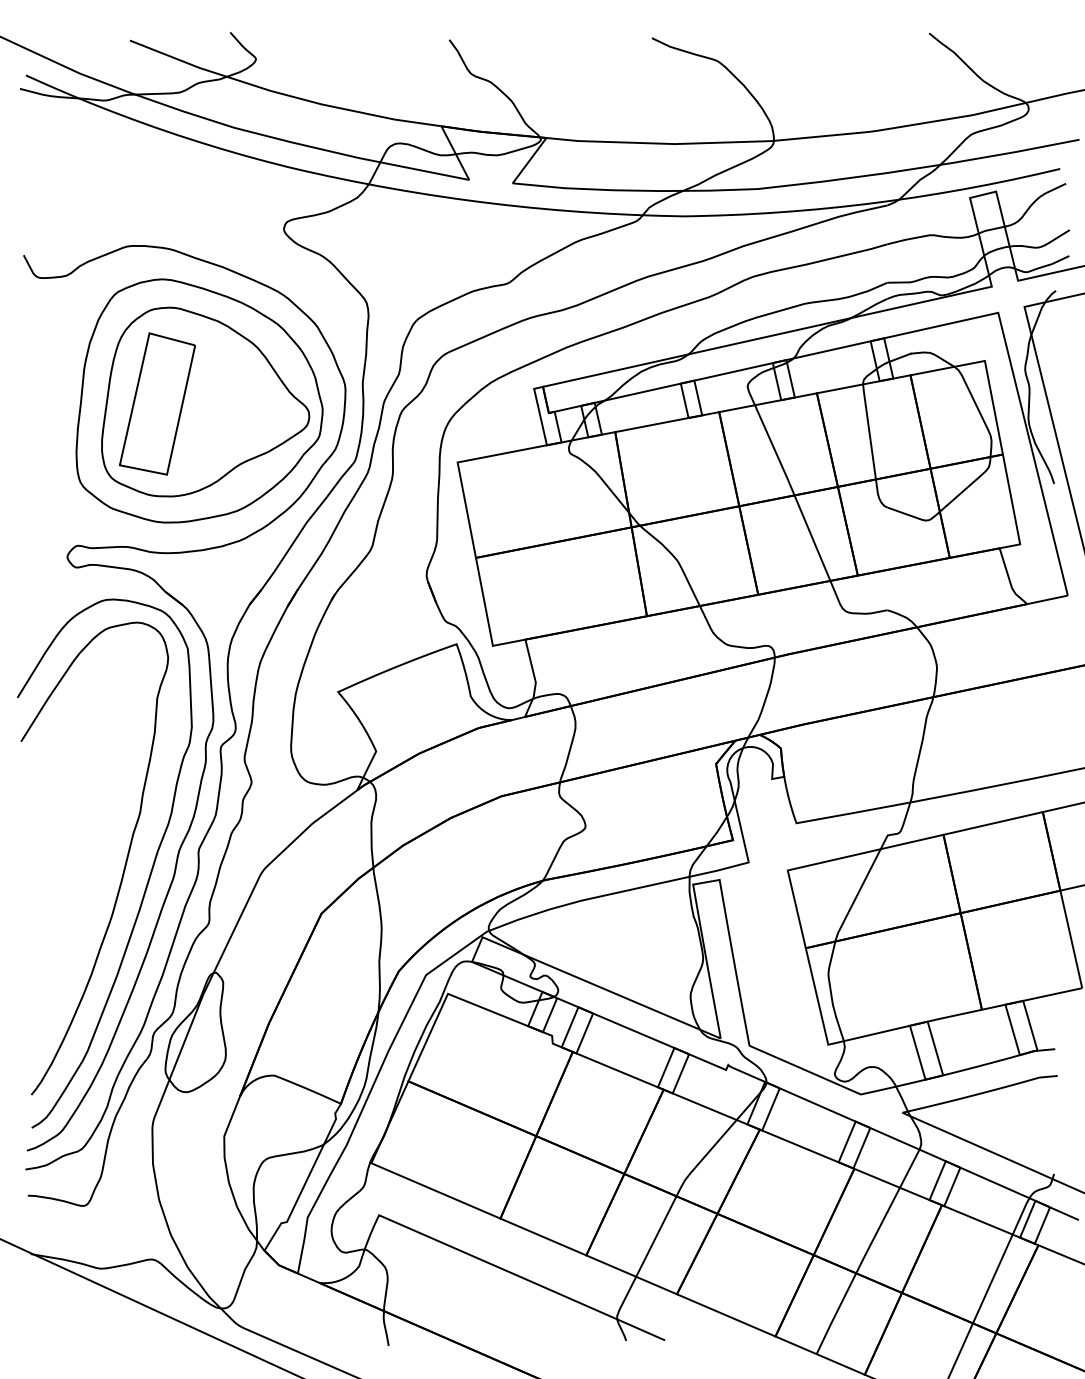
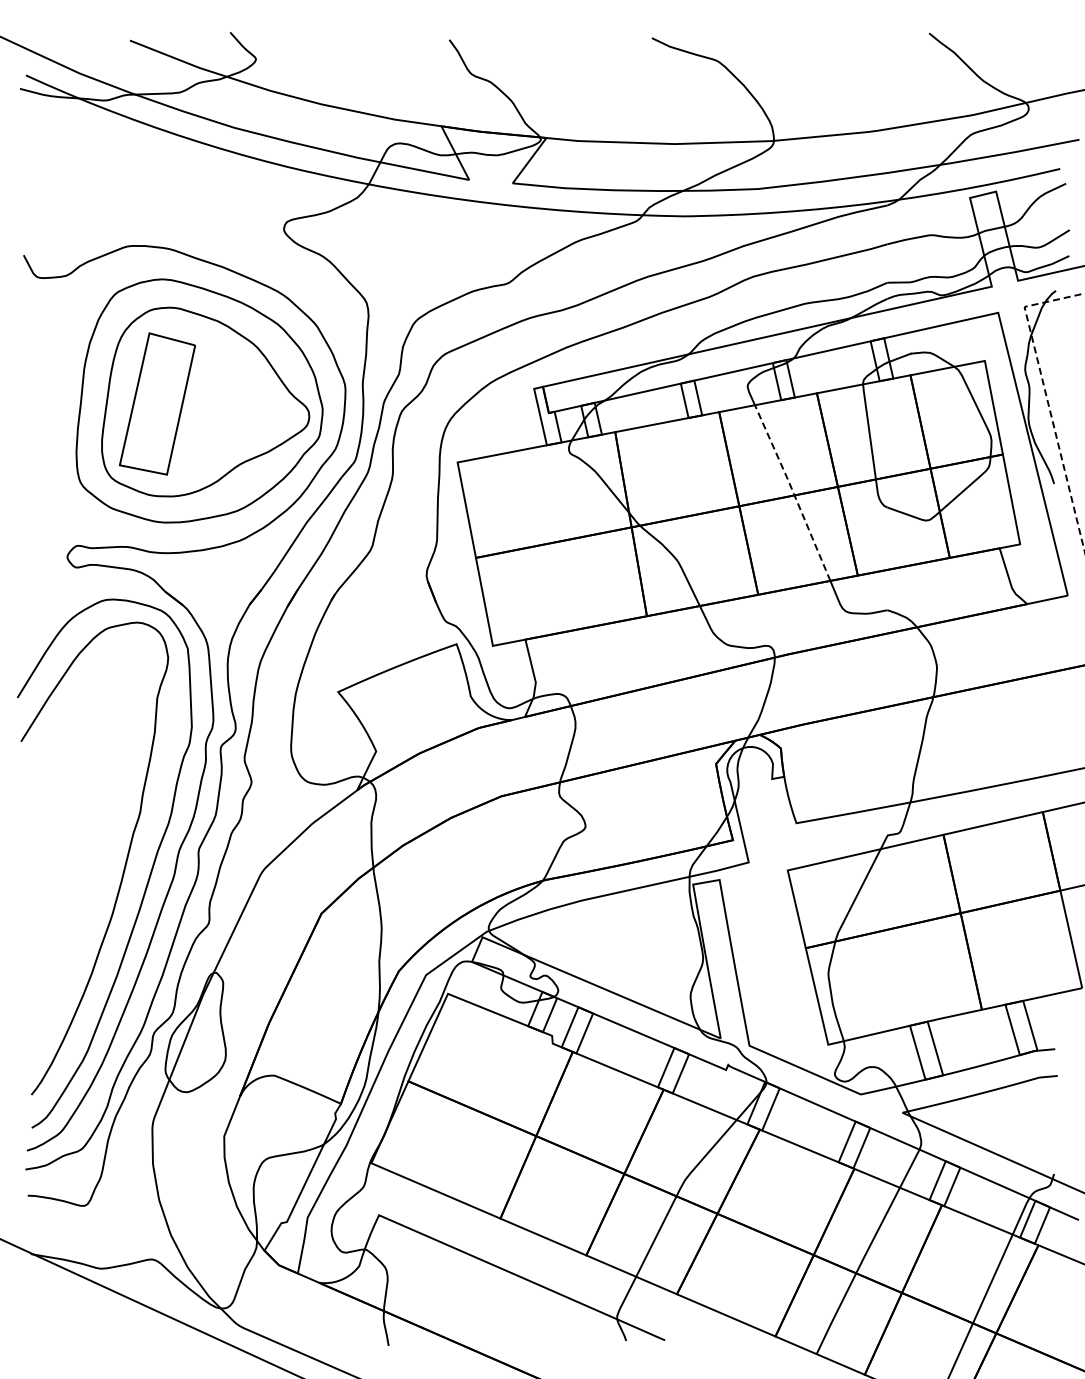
line at (1047, 398): solid -> dashed
line at (793, 491): solid -> dashed
